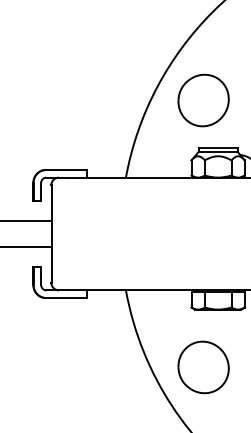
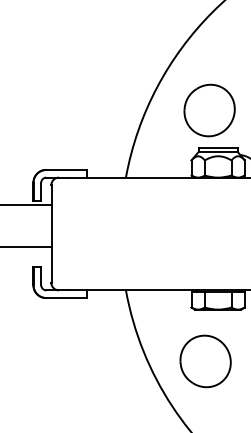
part at (203, 100) position: (203, 100) -> (209, 110)
line at (26, 221) position: (26, 221) -> (26, 205)
part at (203, 367) position: (203, 367) -> (205, 361)
